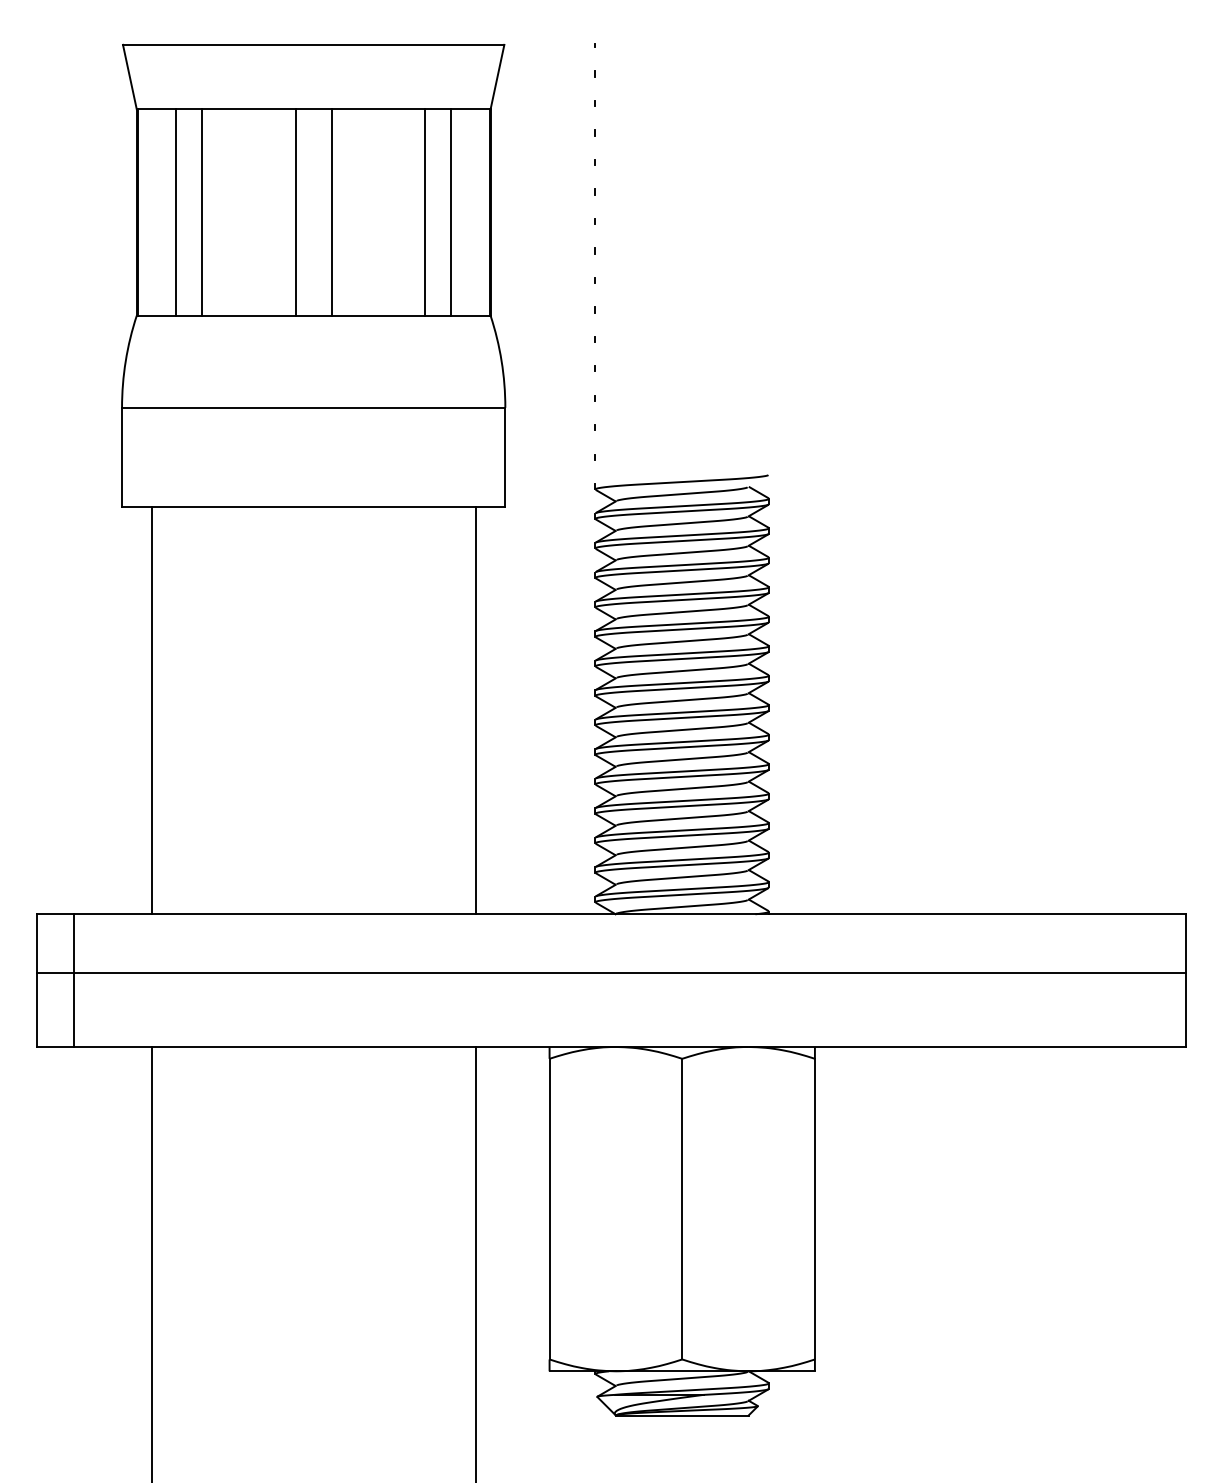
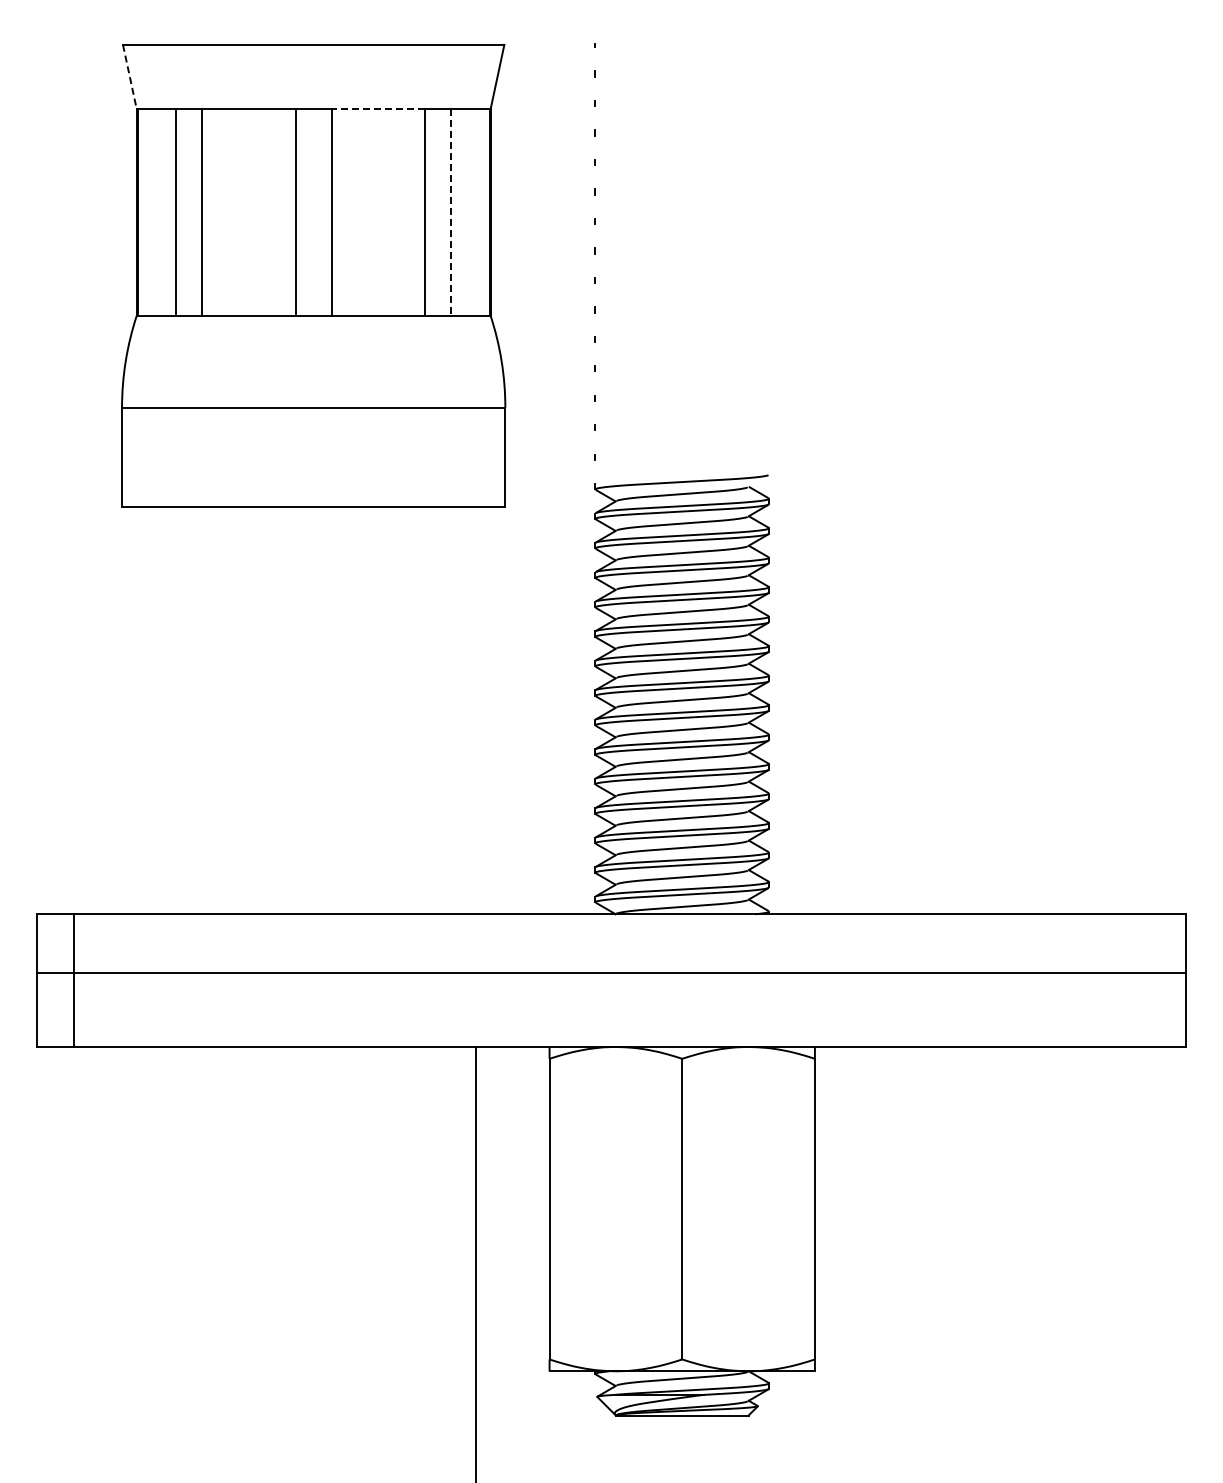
line at (129, 77): solid -> dashed
line at (378, 109): solid -> dashed
line at (451, 213): solid -> dashed
line at (151, 710): present -> none
line at (475, 710): present -> none
line at (151, 1262): present -> none
